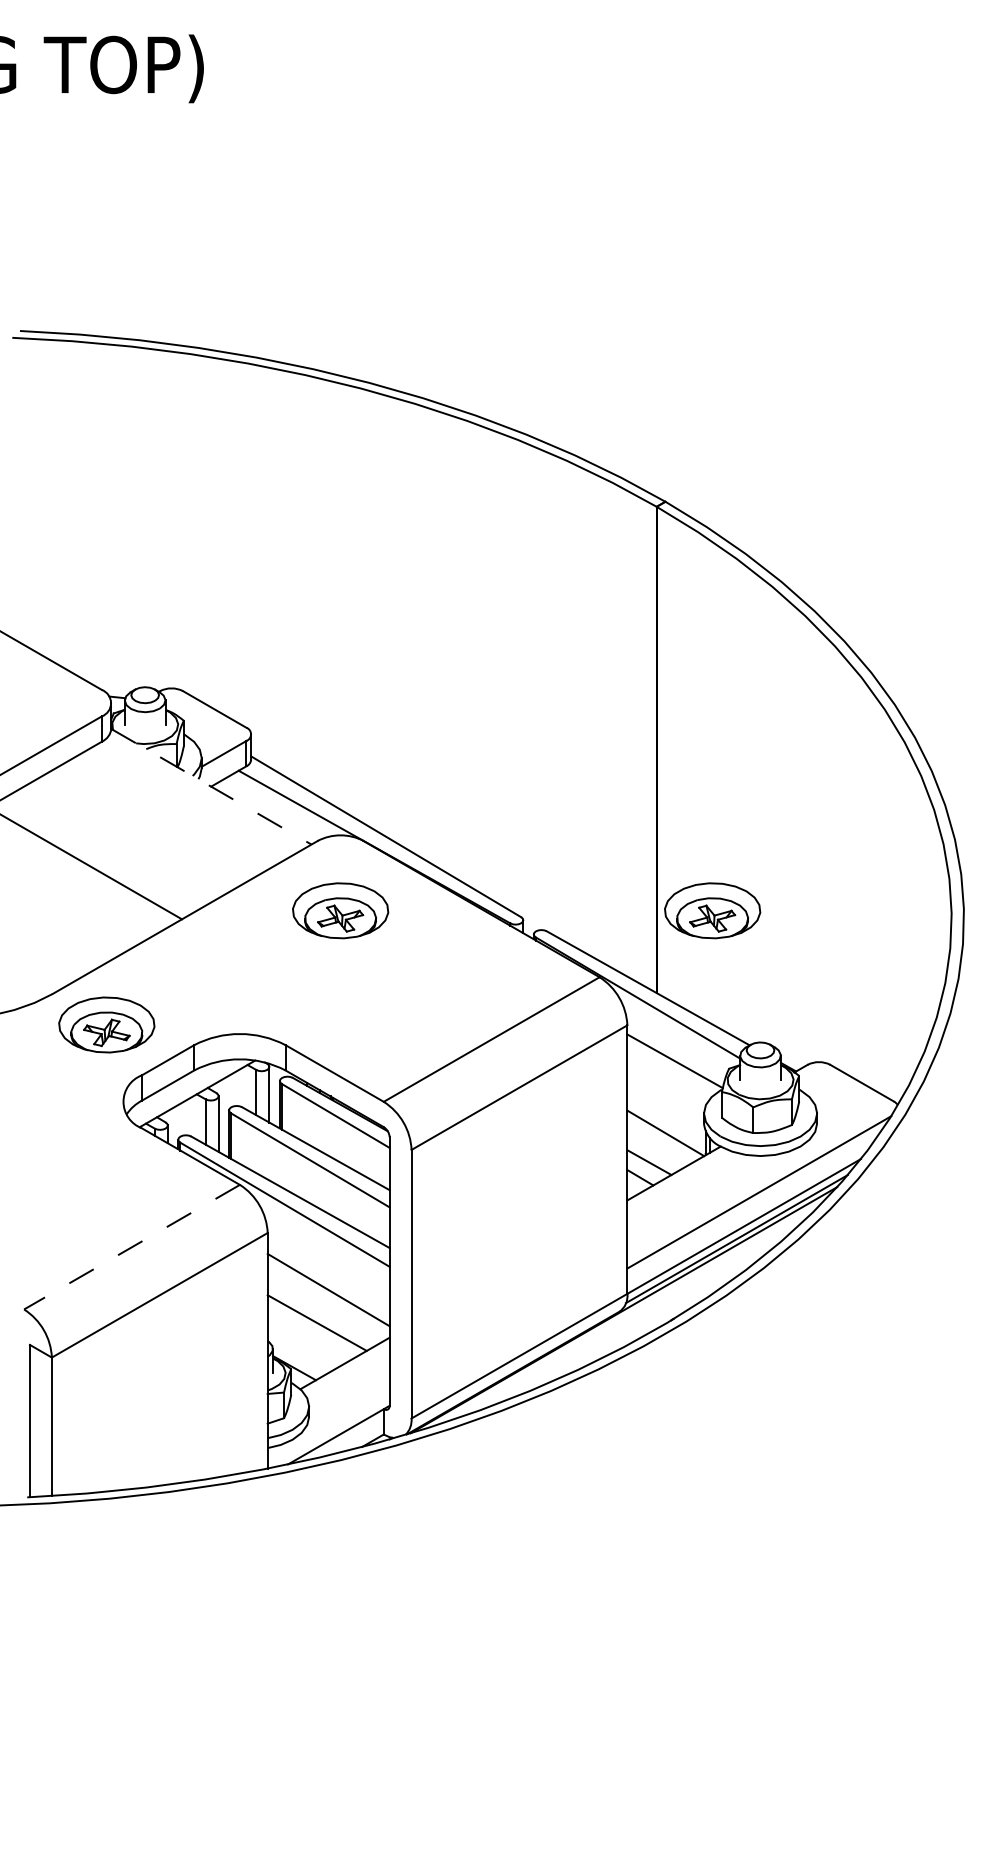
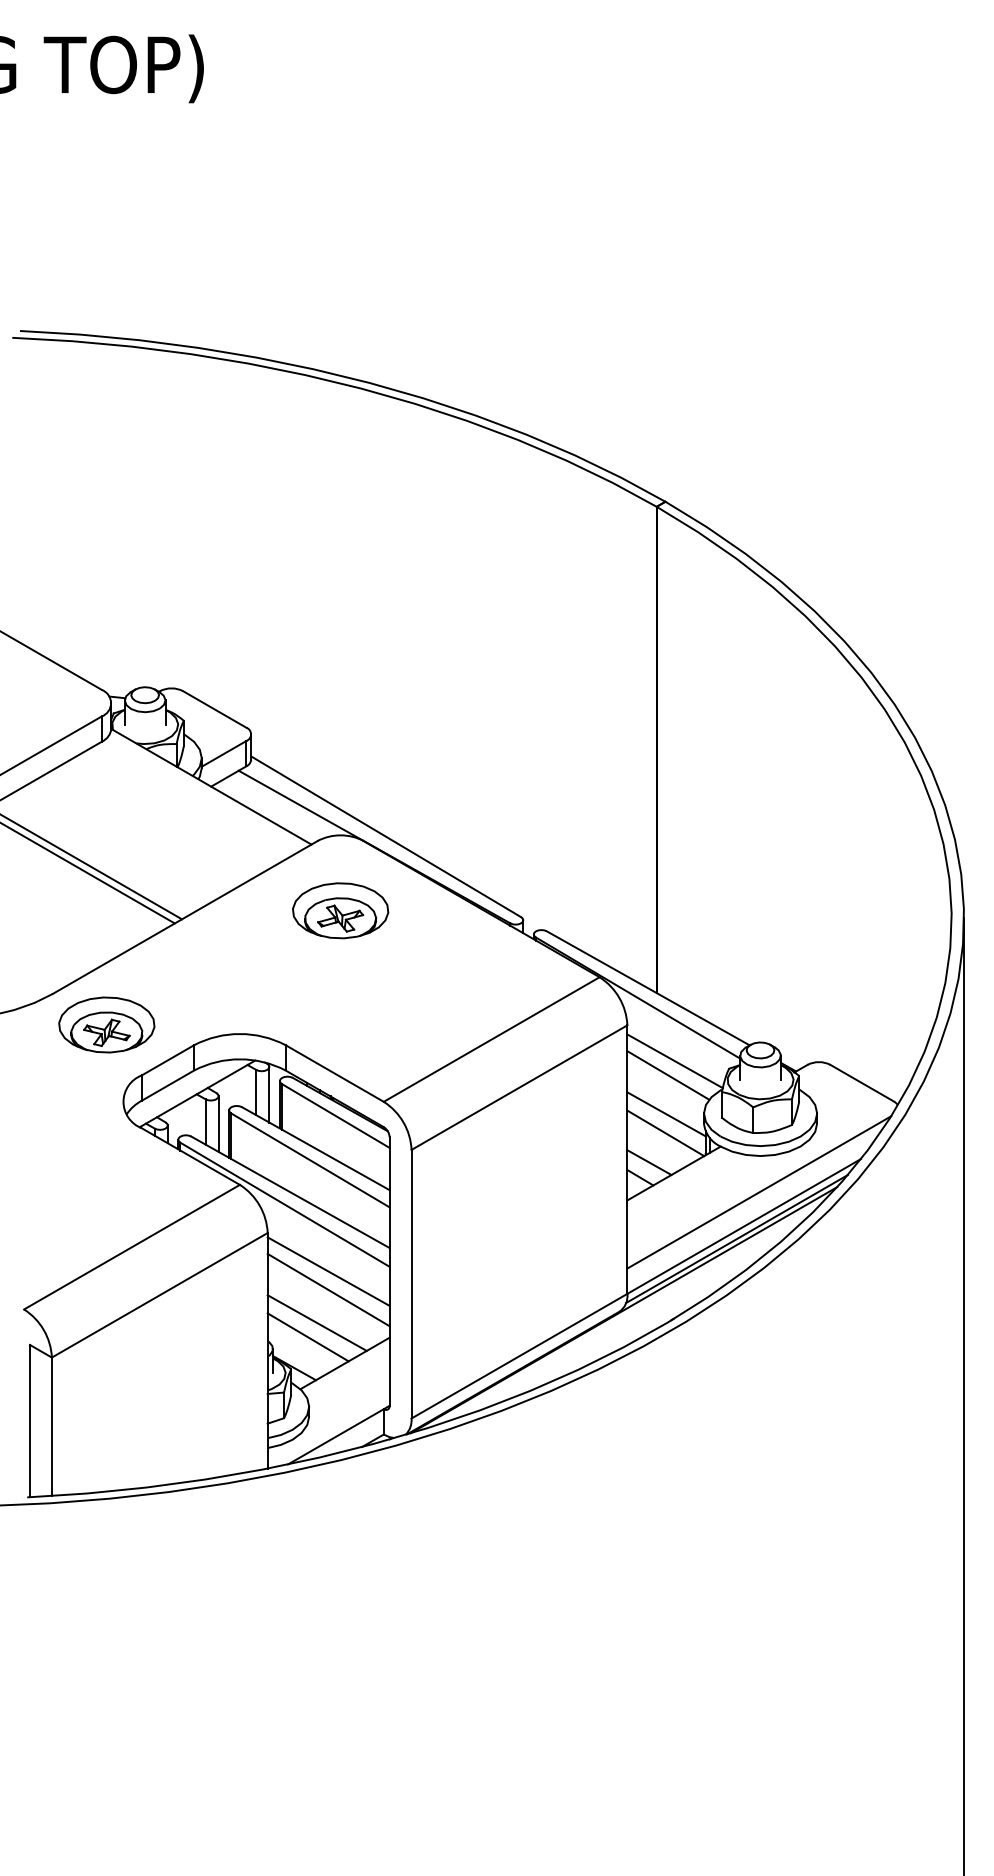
line at (211, 786): dashed -> solid
line at (88, 873): none -> present
part at (712, 910): present -> none
line at (668, 1075): none -> present
line at (666, 1114): none -> present
line at (132, 1247): dashed -> solid
line at (328, 1271): none -> present
line at (307, 1337): none -> present
line at (964, 1394): none -> present
